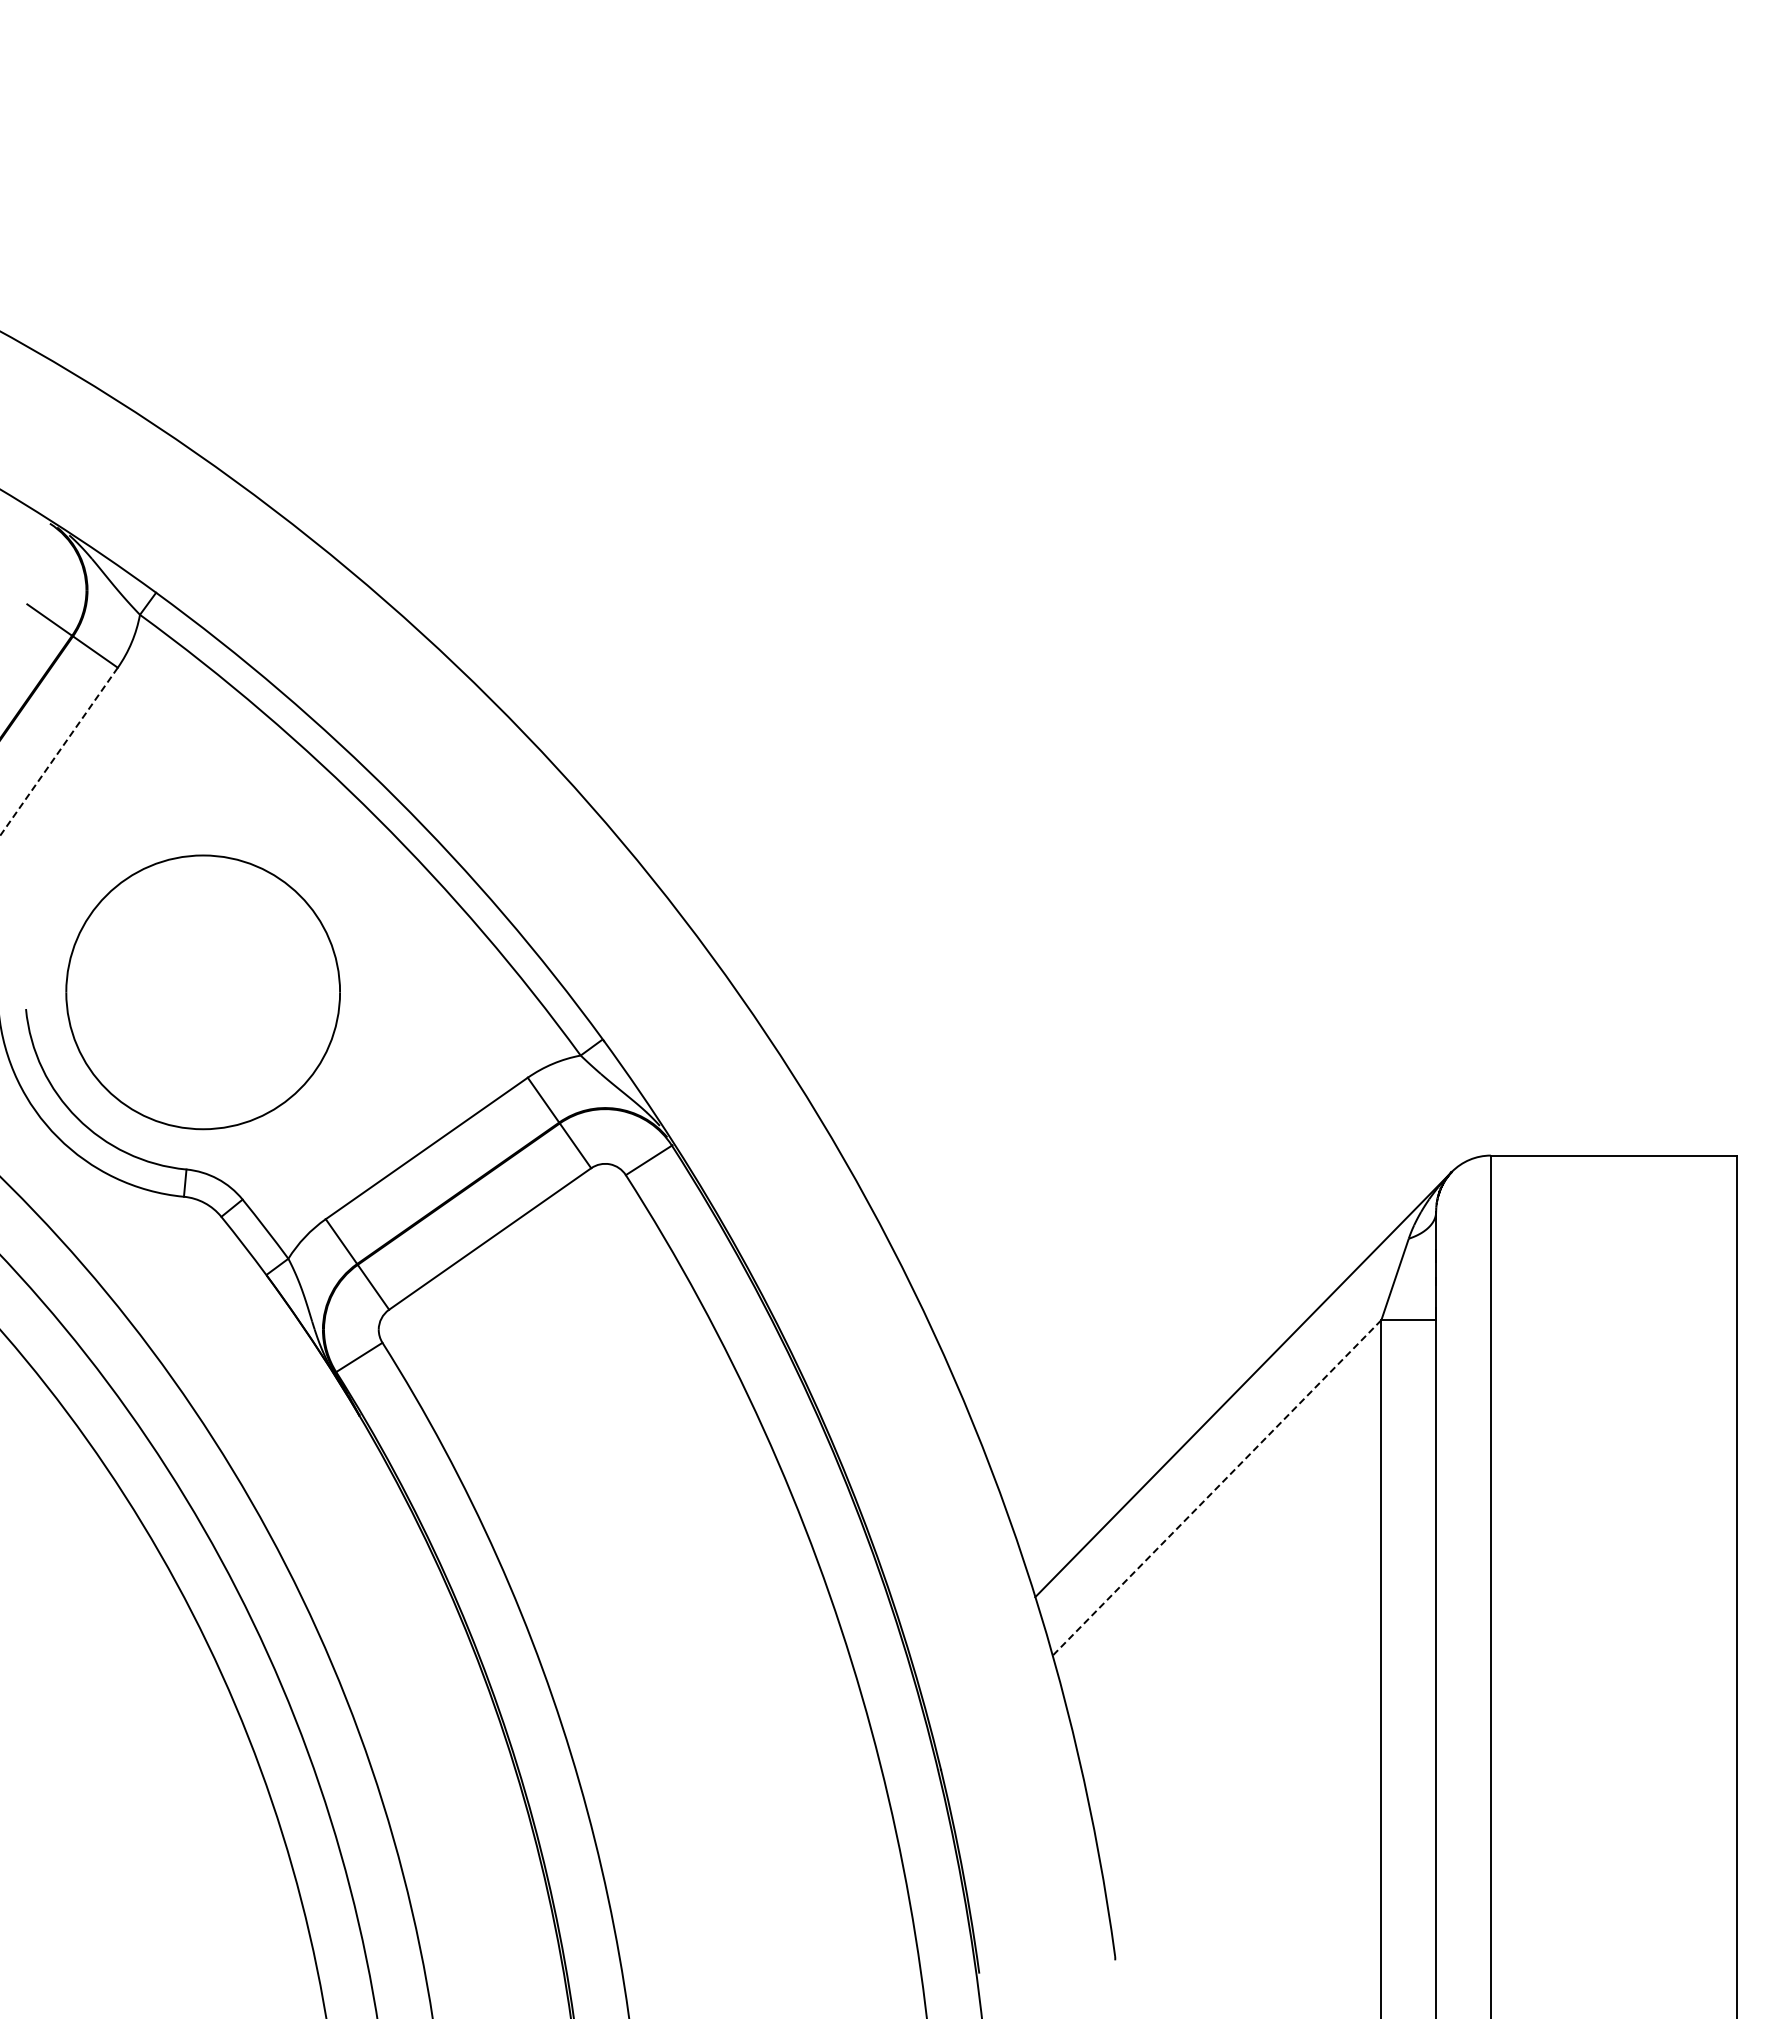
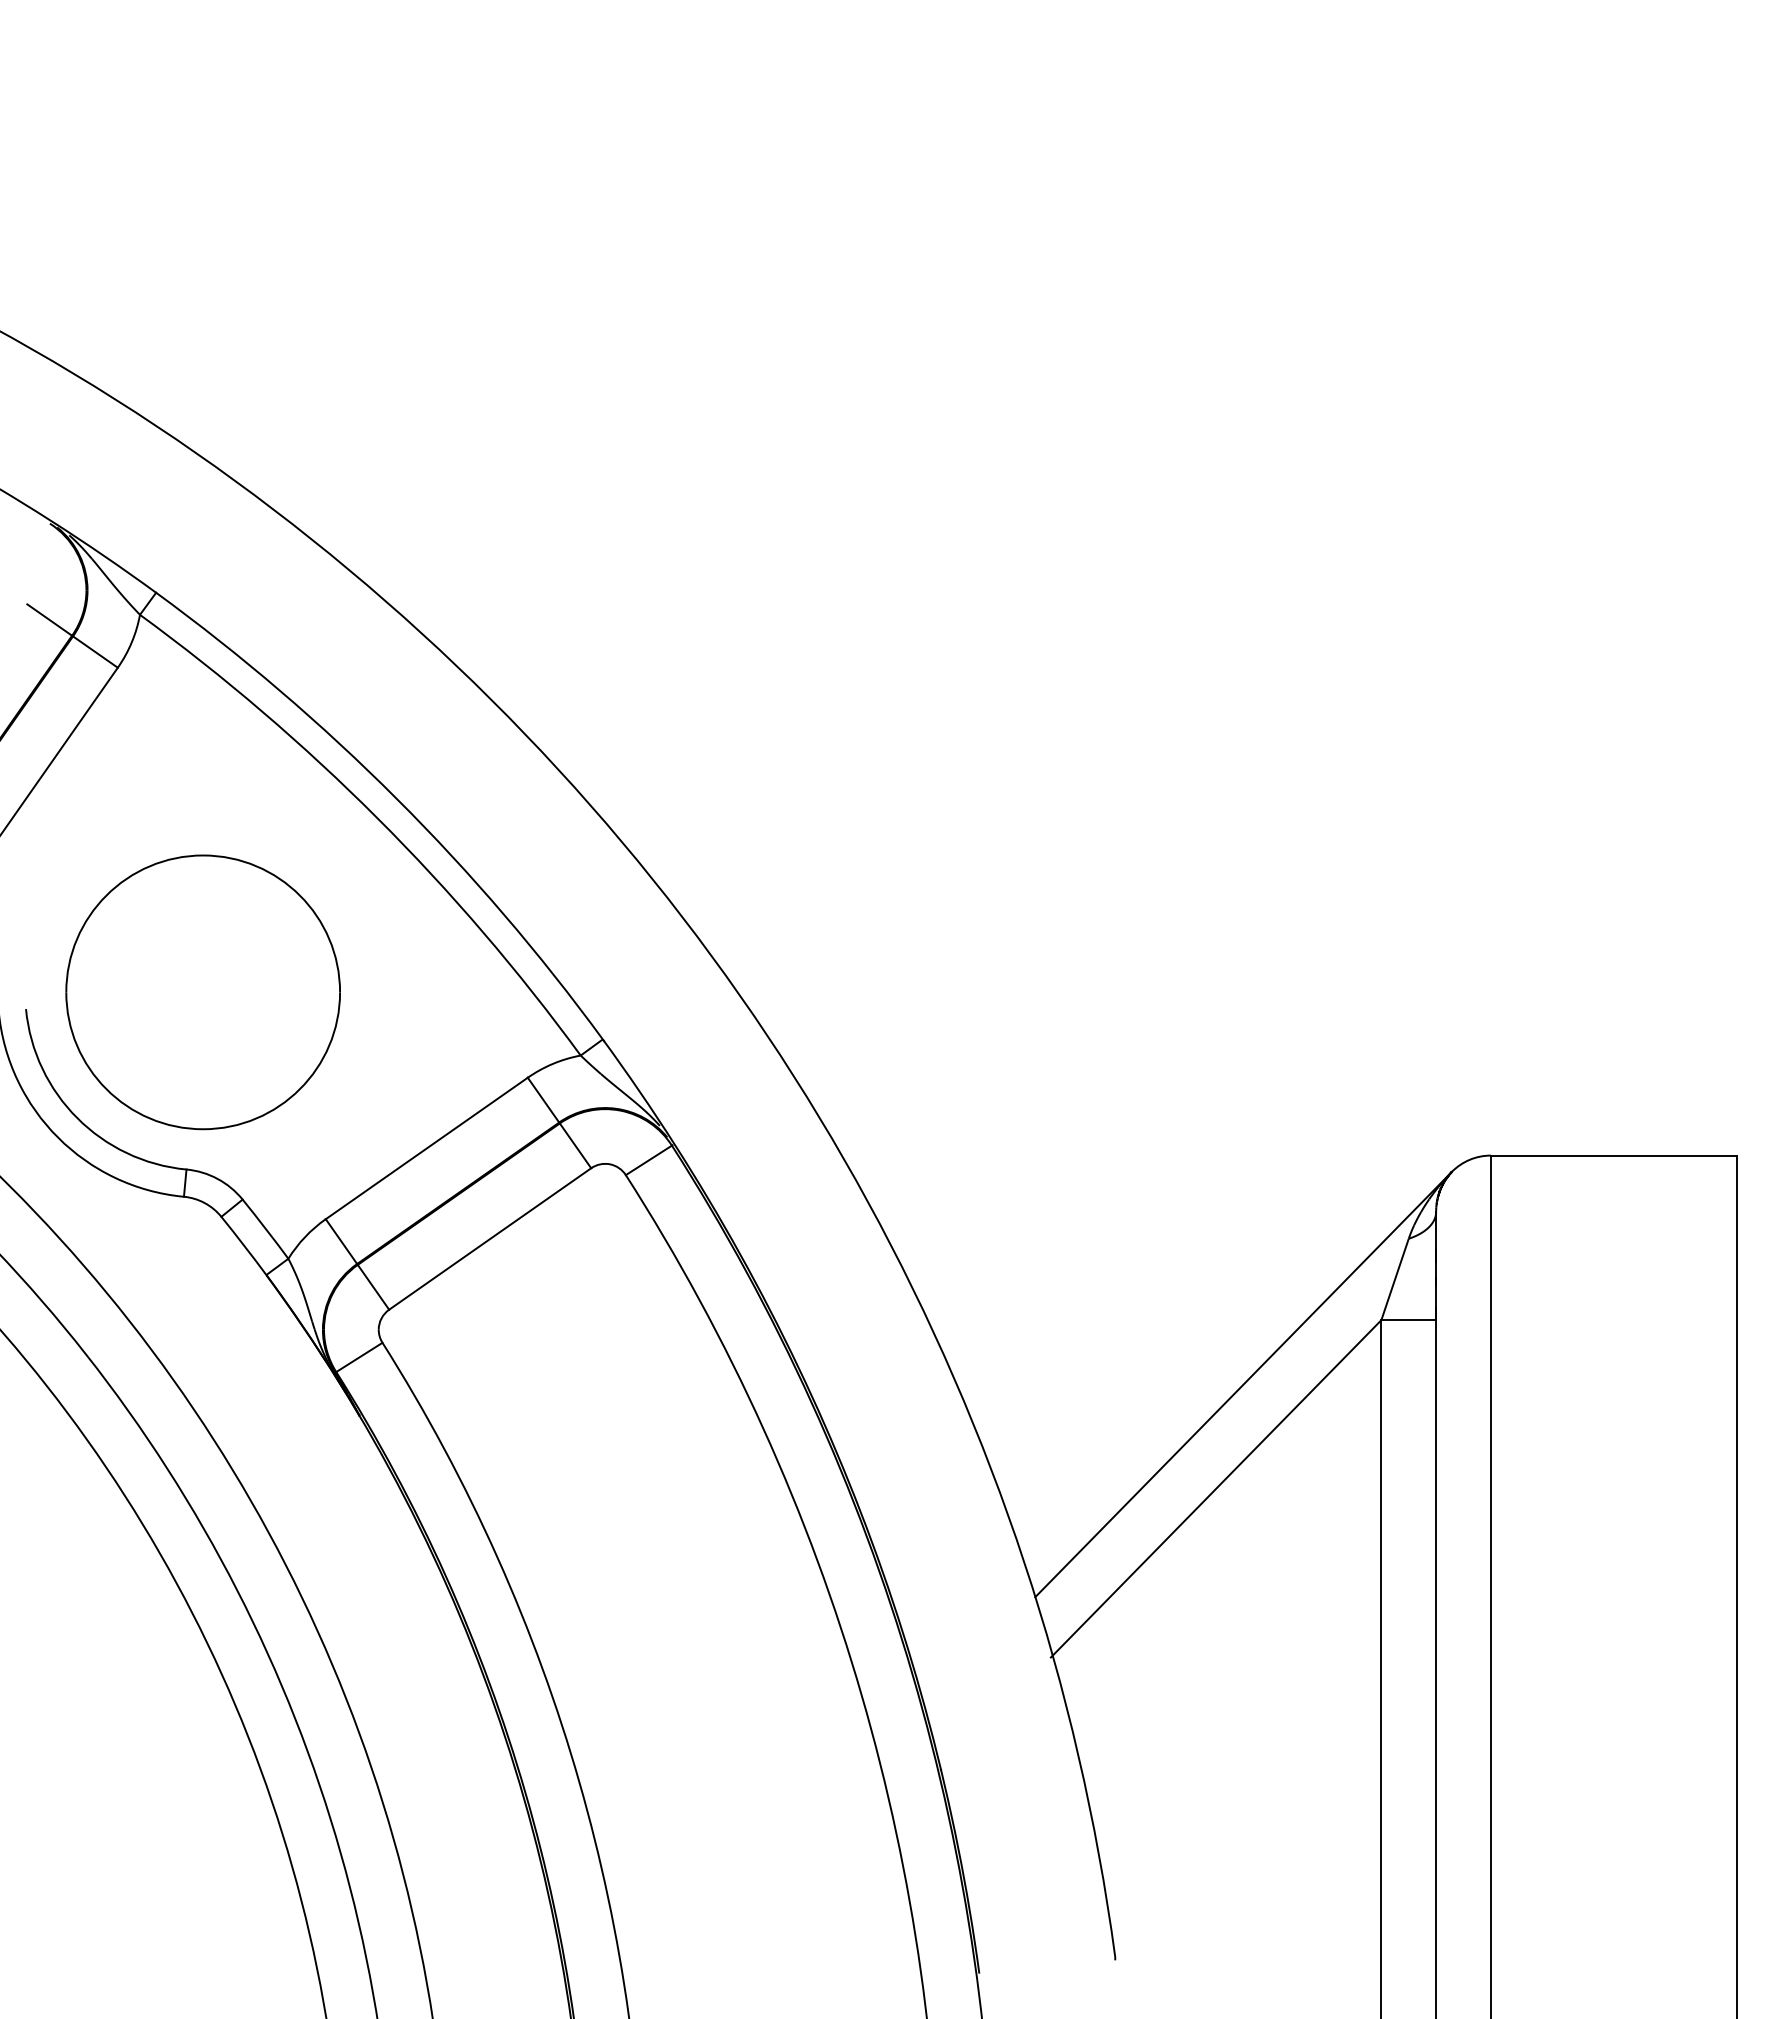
line at (58, 752): dashed -> solid
line at (1215, 1489): dashed -> solid
